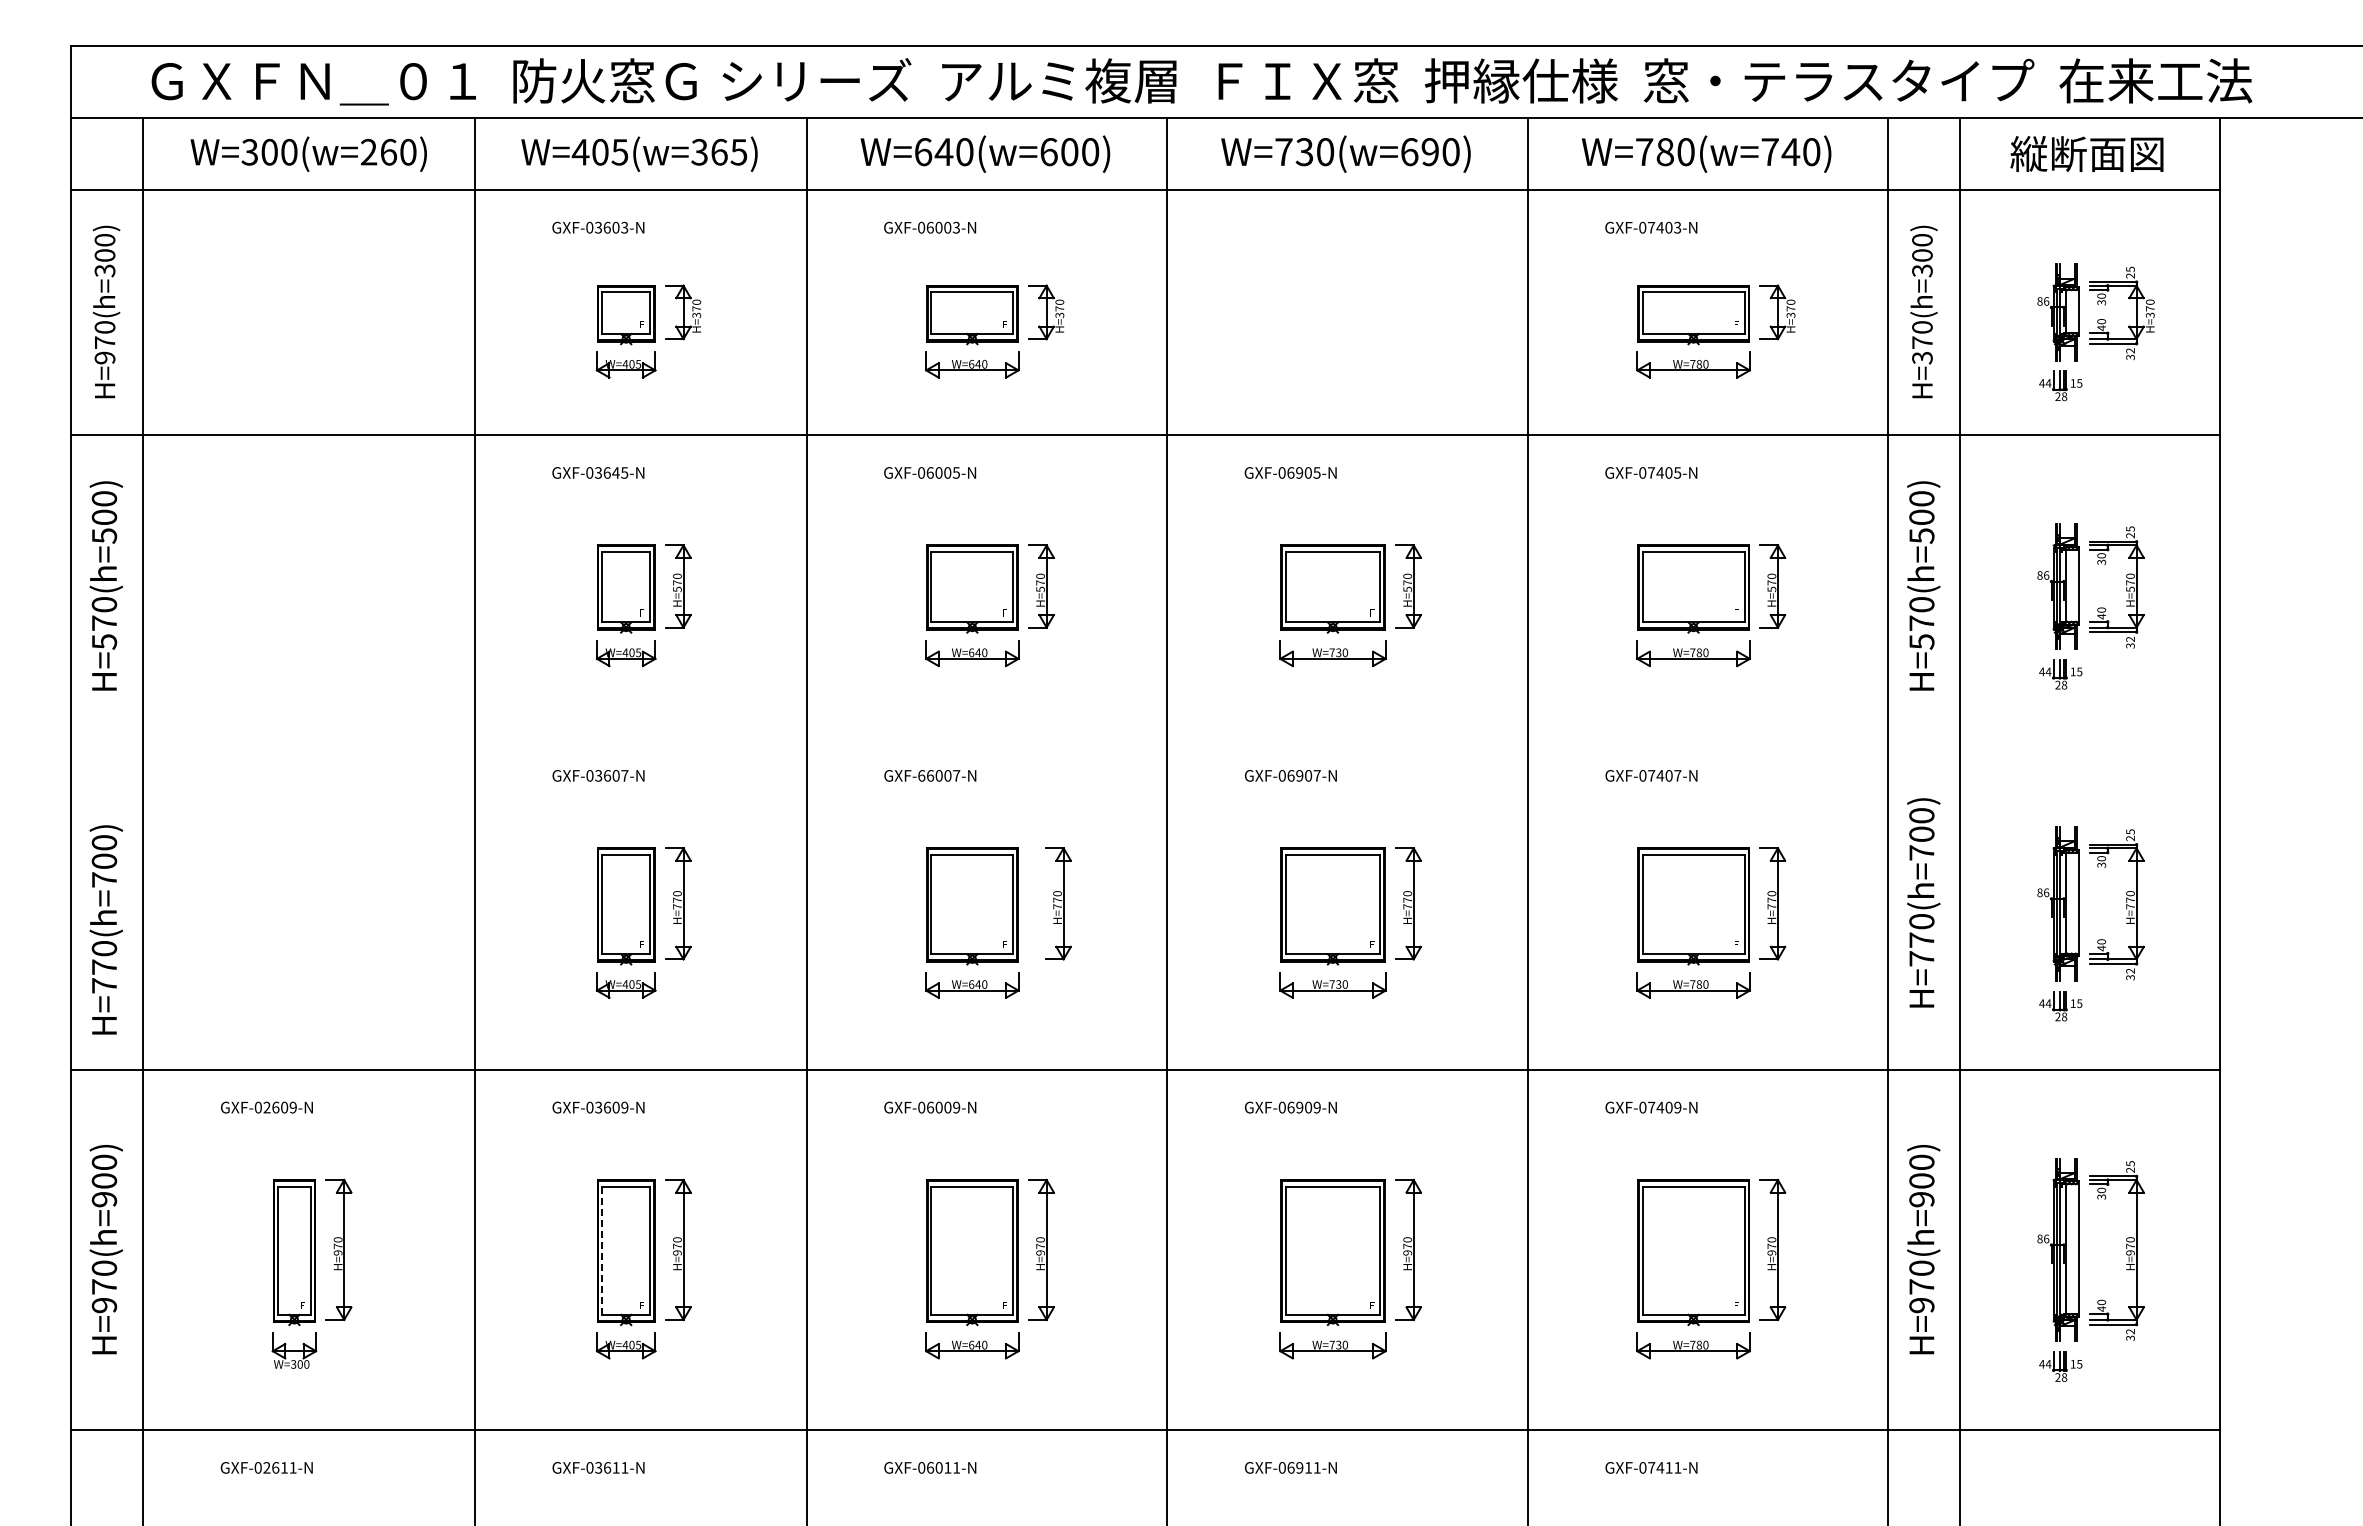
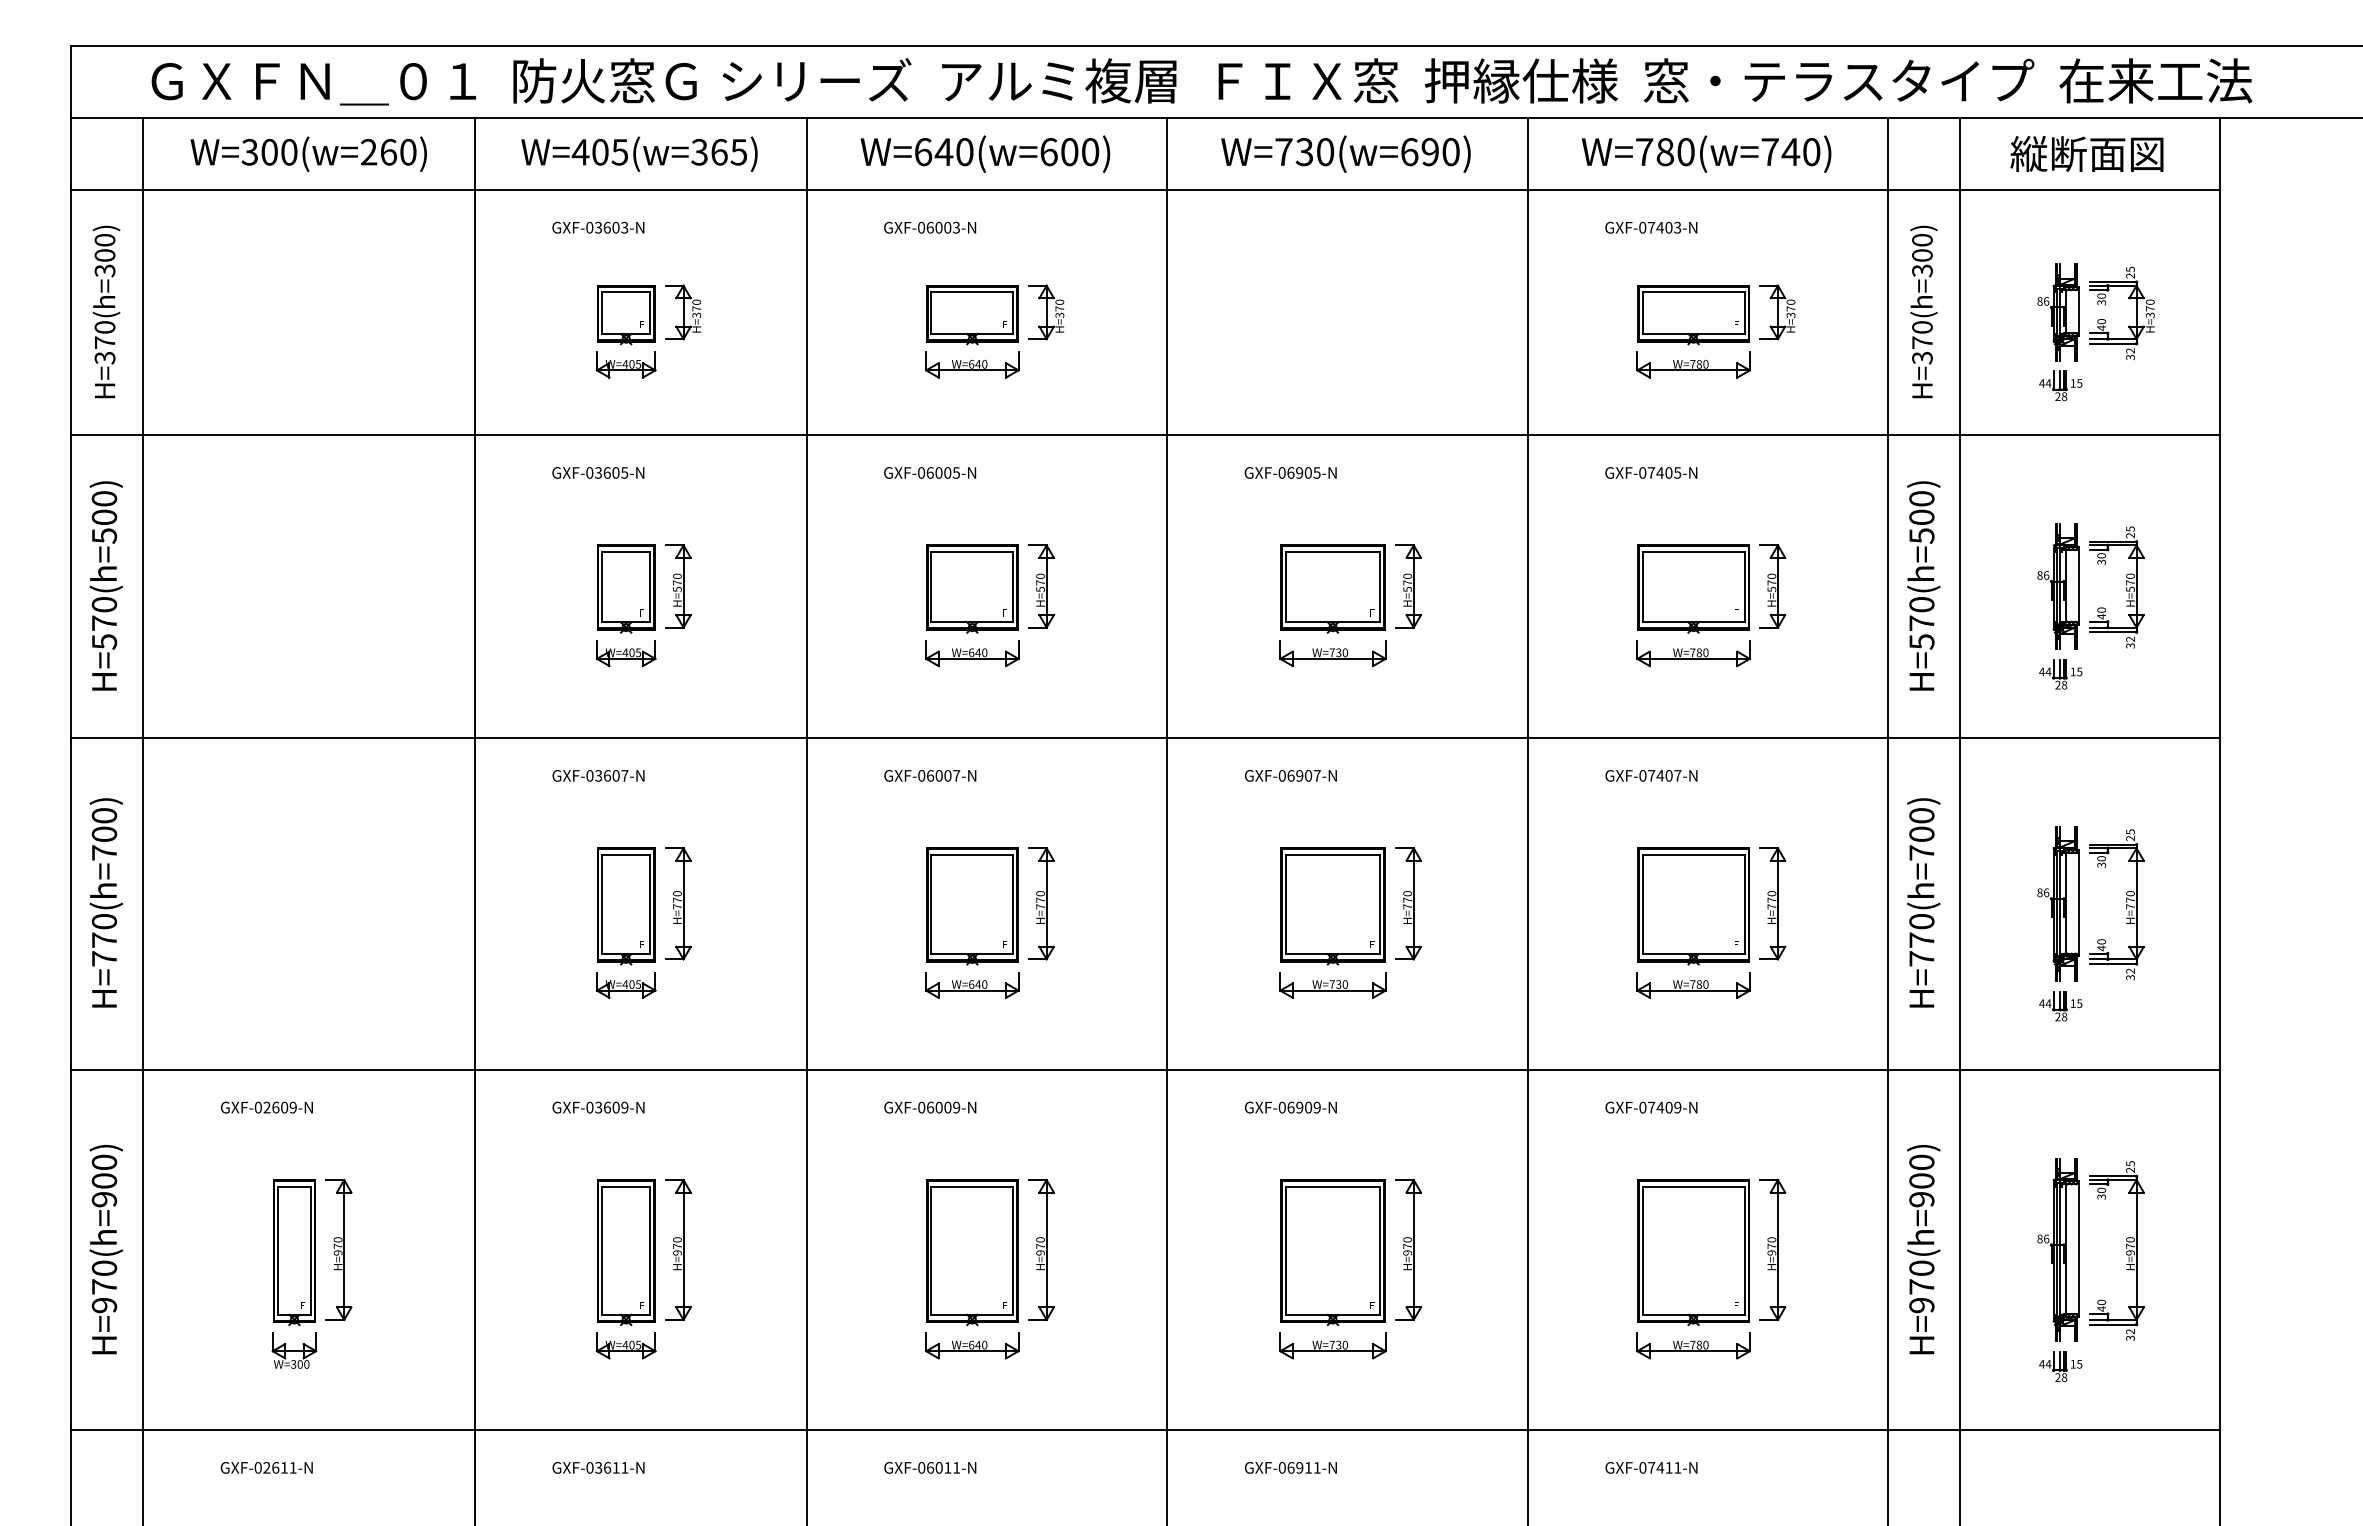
text at (105, 357): H=970(h=300) -> H=370(h=300)
text at (615, 472): GXF-03645-N -> GXF-03605-N
line at (1145, 737): none -> present
text at (921, 775): GXF-66007-N -> GXF-06007-N
part at (1058, 903) position: (1058, 903) -> (1041, 903)
text at (106, 929) position: (106, 929) -> (106, 902)
line at (602, 1251): dashed -> solid
